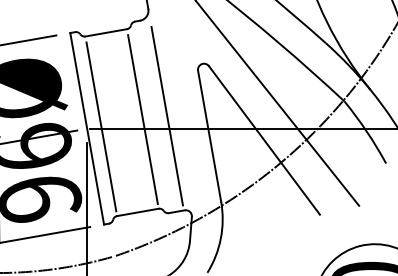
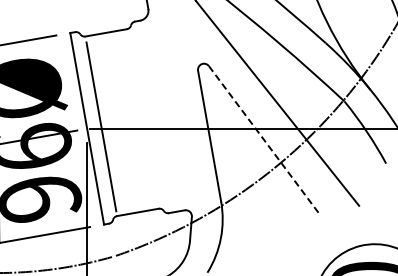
line at (166, 115): present -> none
line at (142, 119): present -> none
line at (264, 140): solid -> dashed
